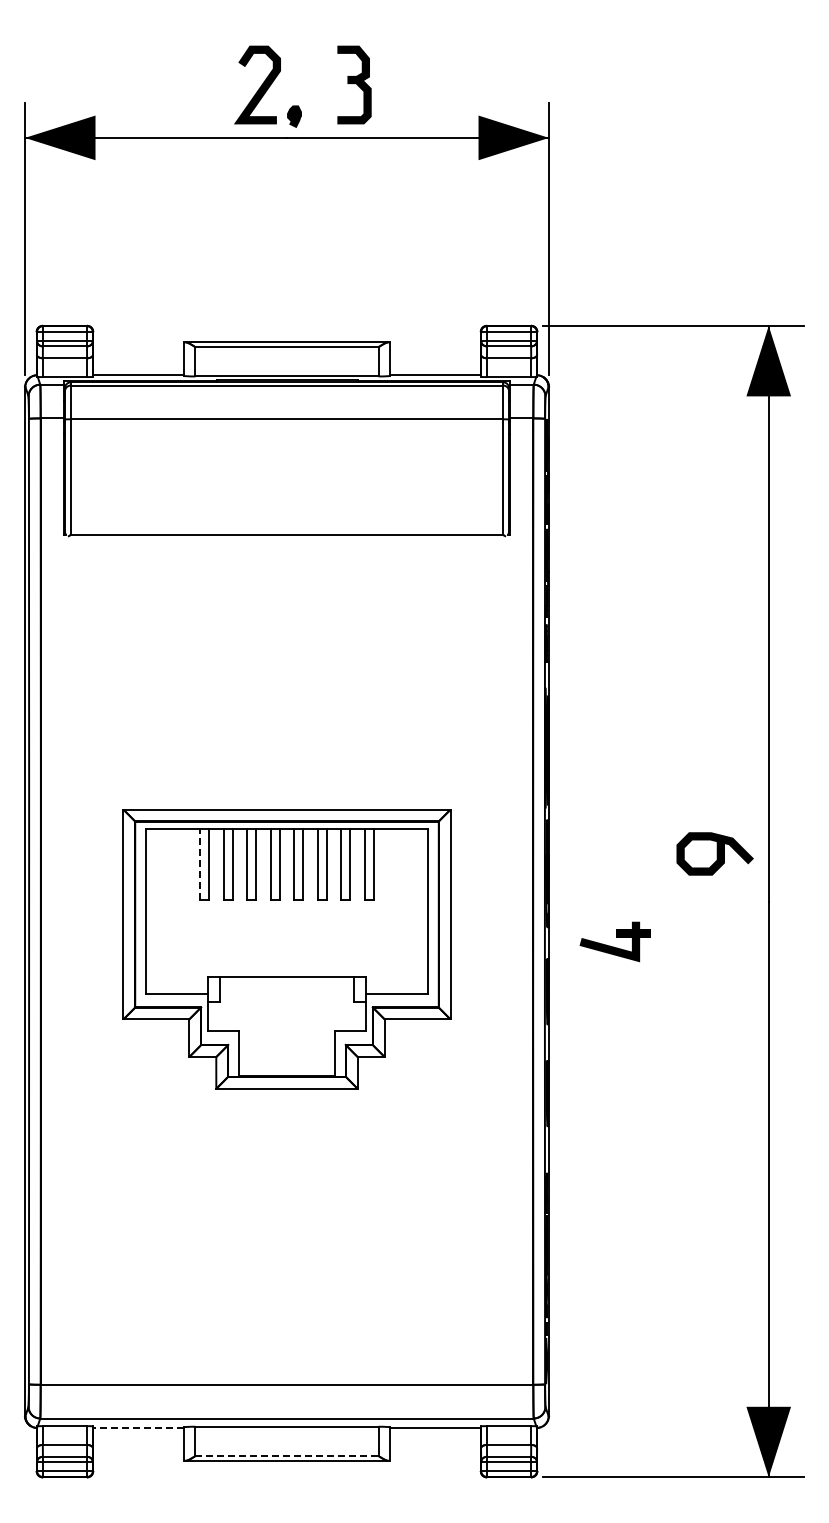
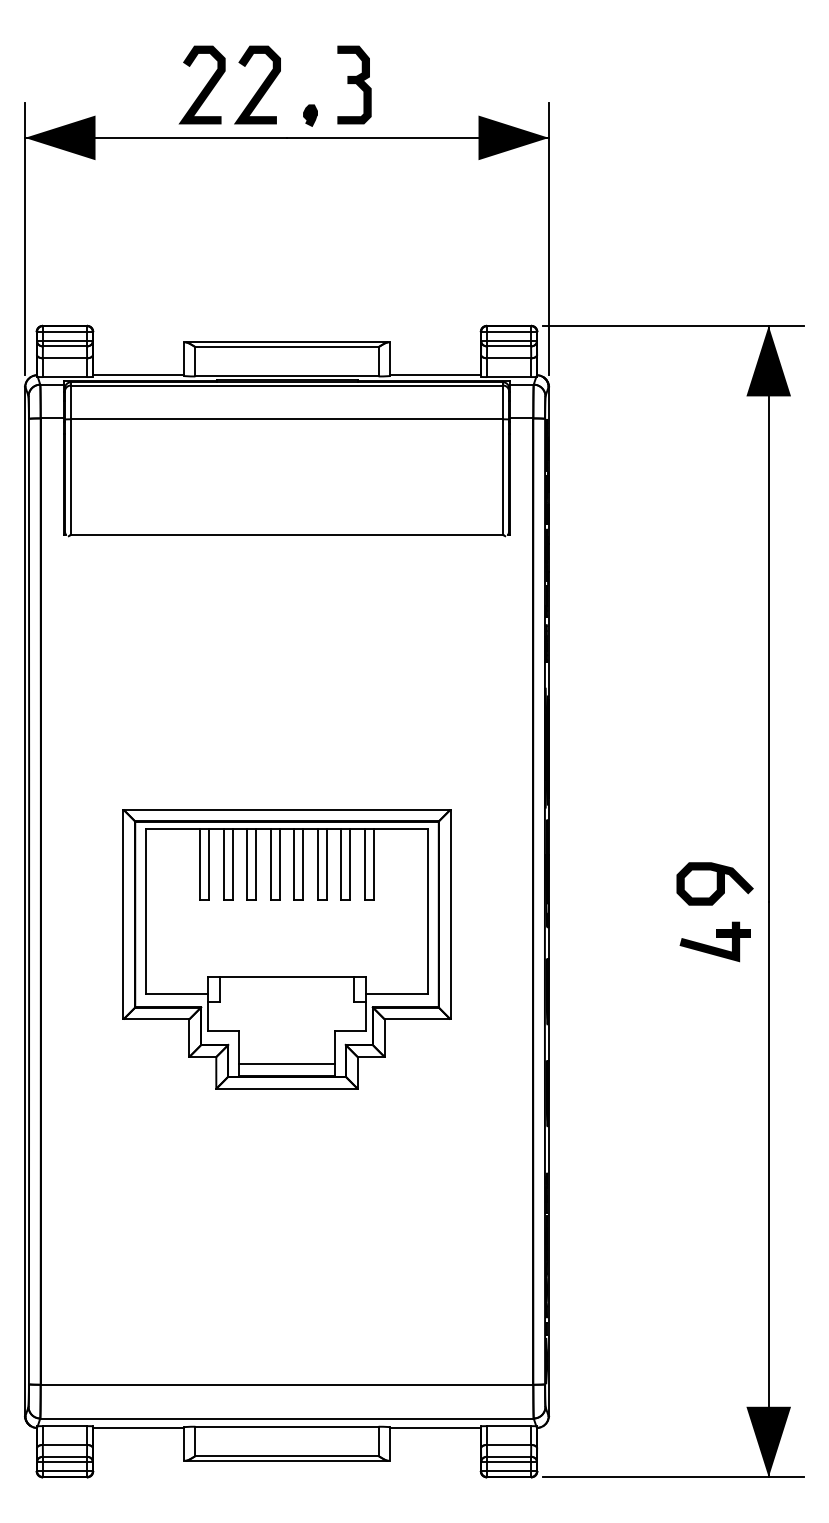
curve at (205, 85): none -> present
part at (294, 116) position: (294, 116) -> (310, 115)
curve at (716, 853) position: (716, 853) -> (716, 883)
line at (200, 864): dashed -> solid
part at (614, 941) position: (614, 941) -> (714, 941)
line at (286, 1064): none -> present
line at (137, 1427): dashed -> solid
line at (287, 1456): dashed -> solid
